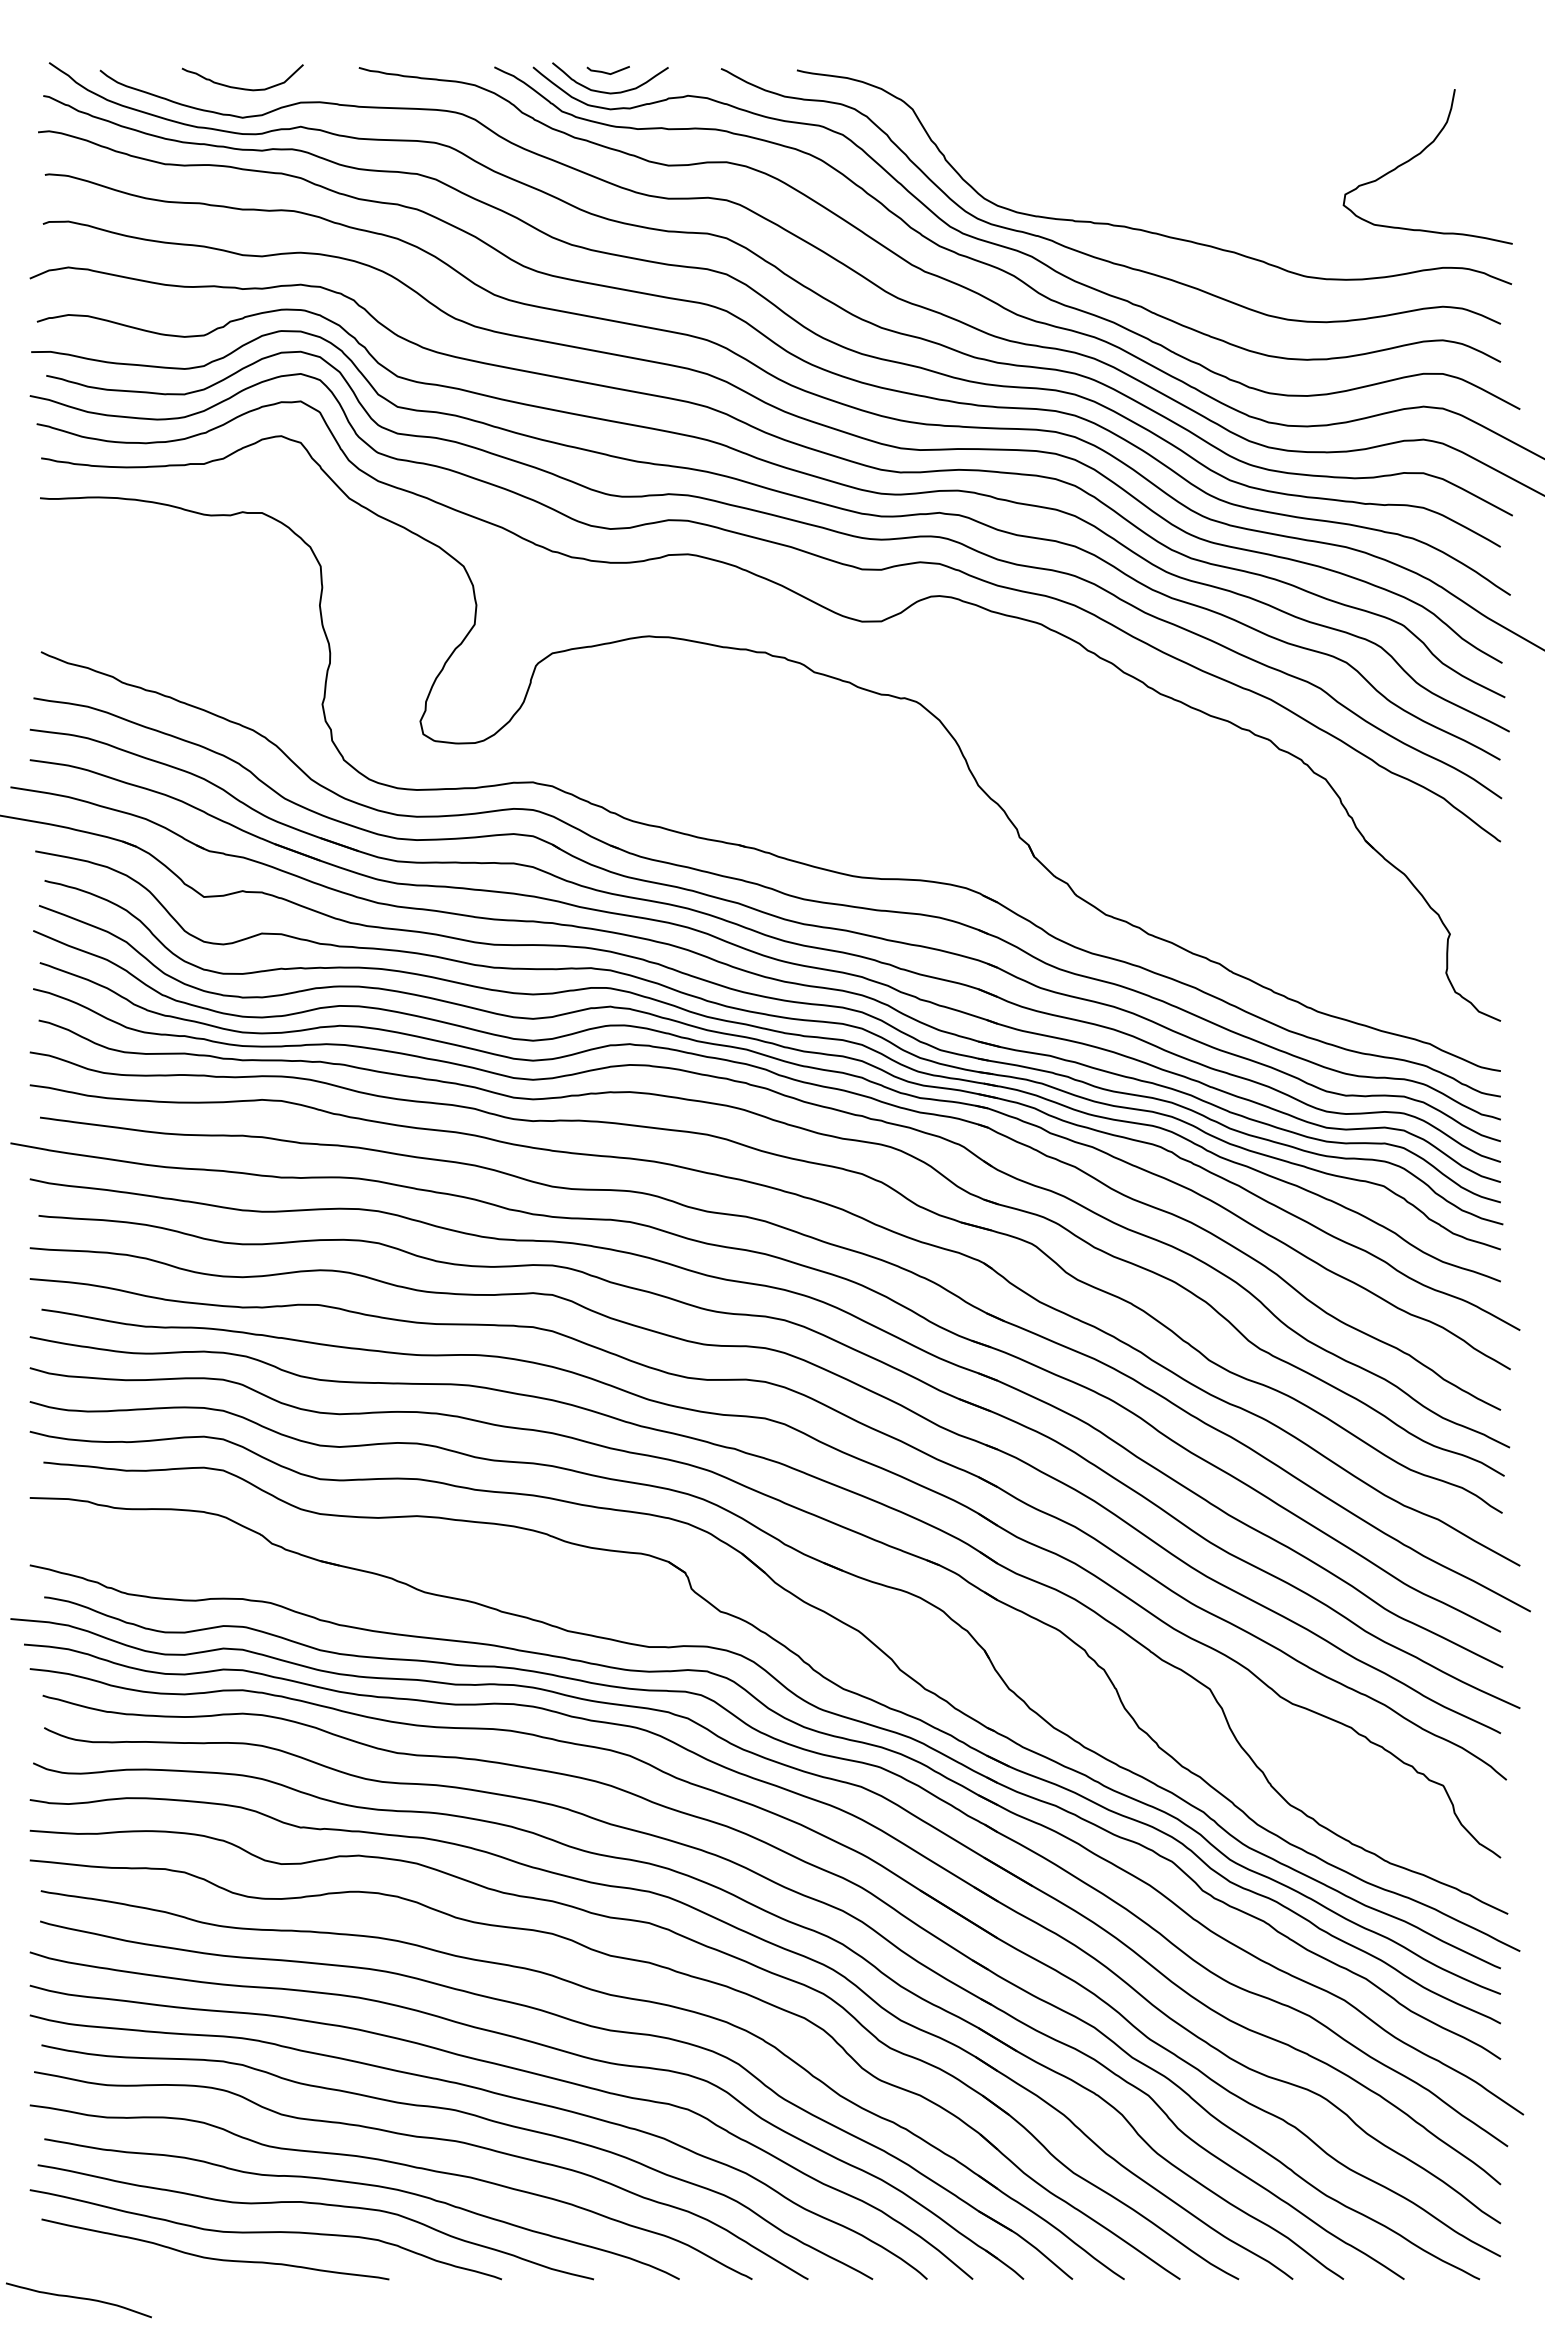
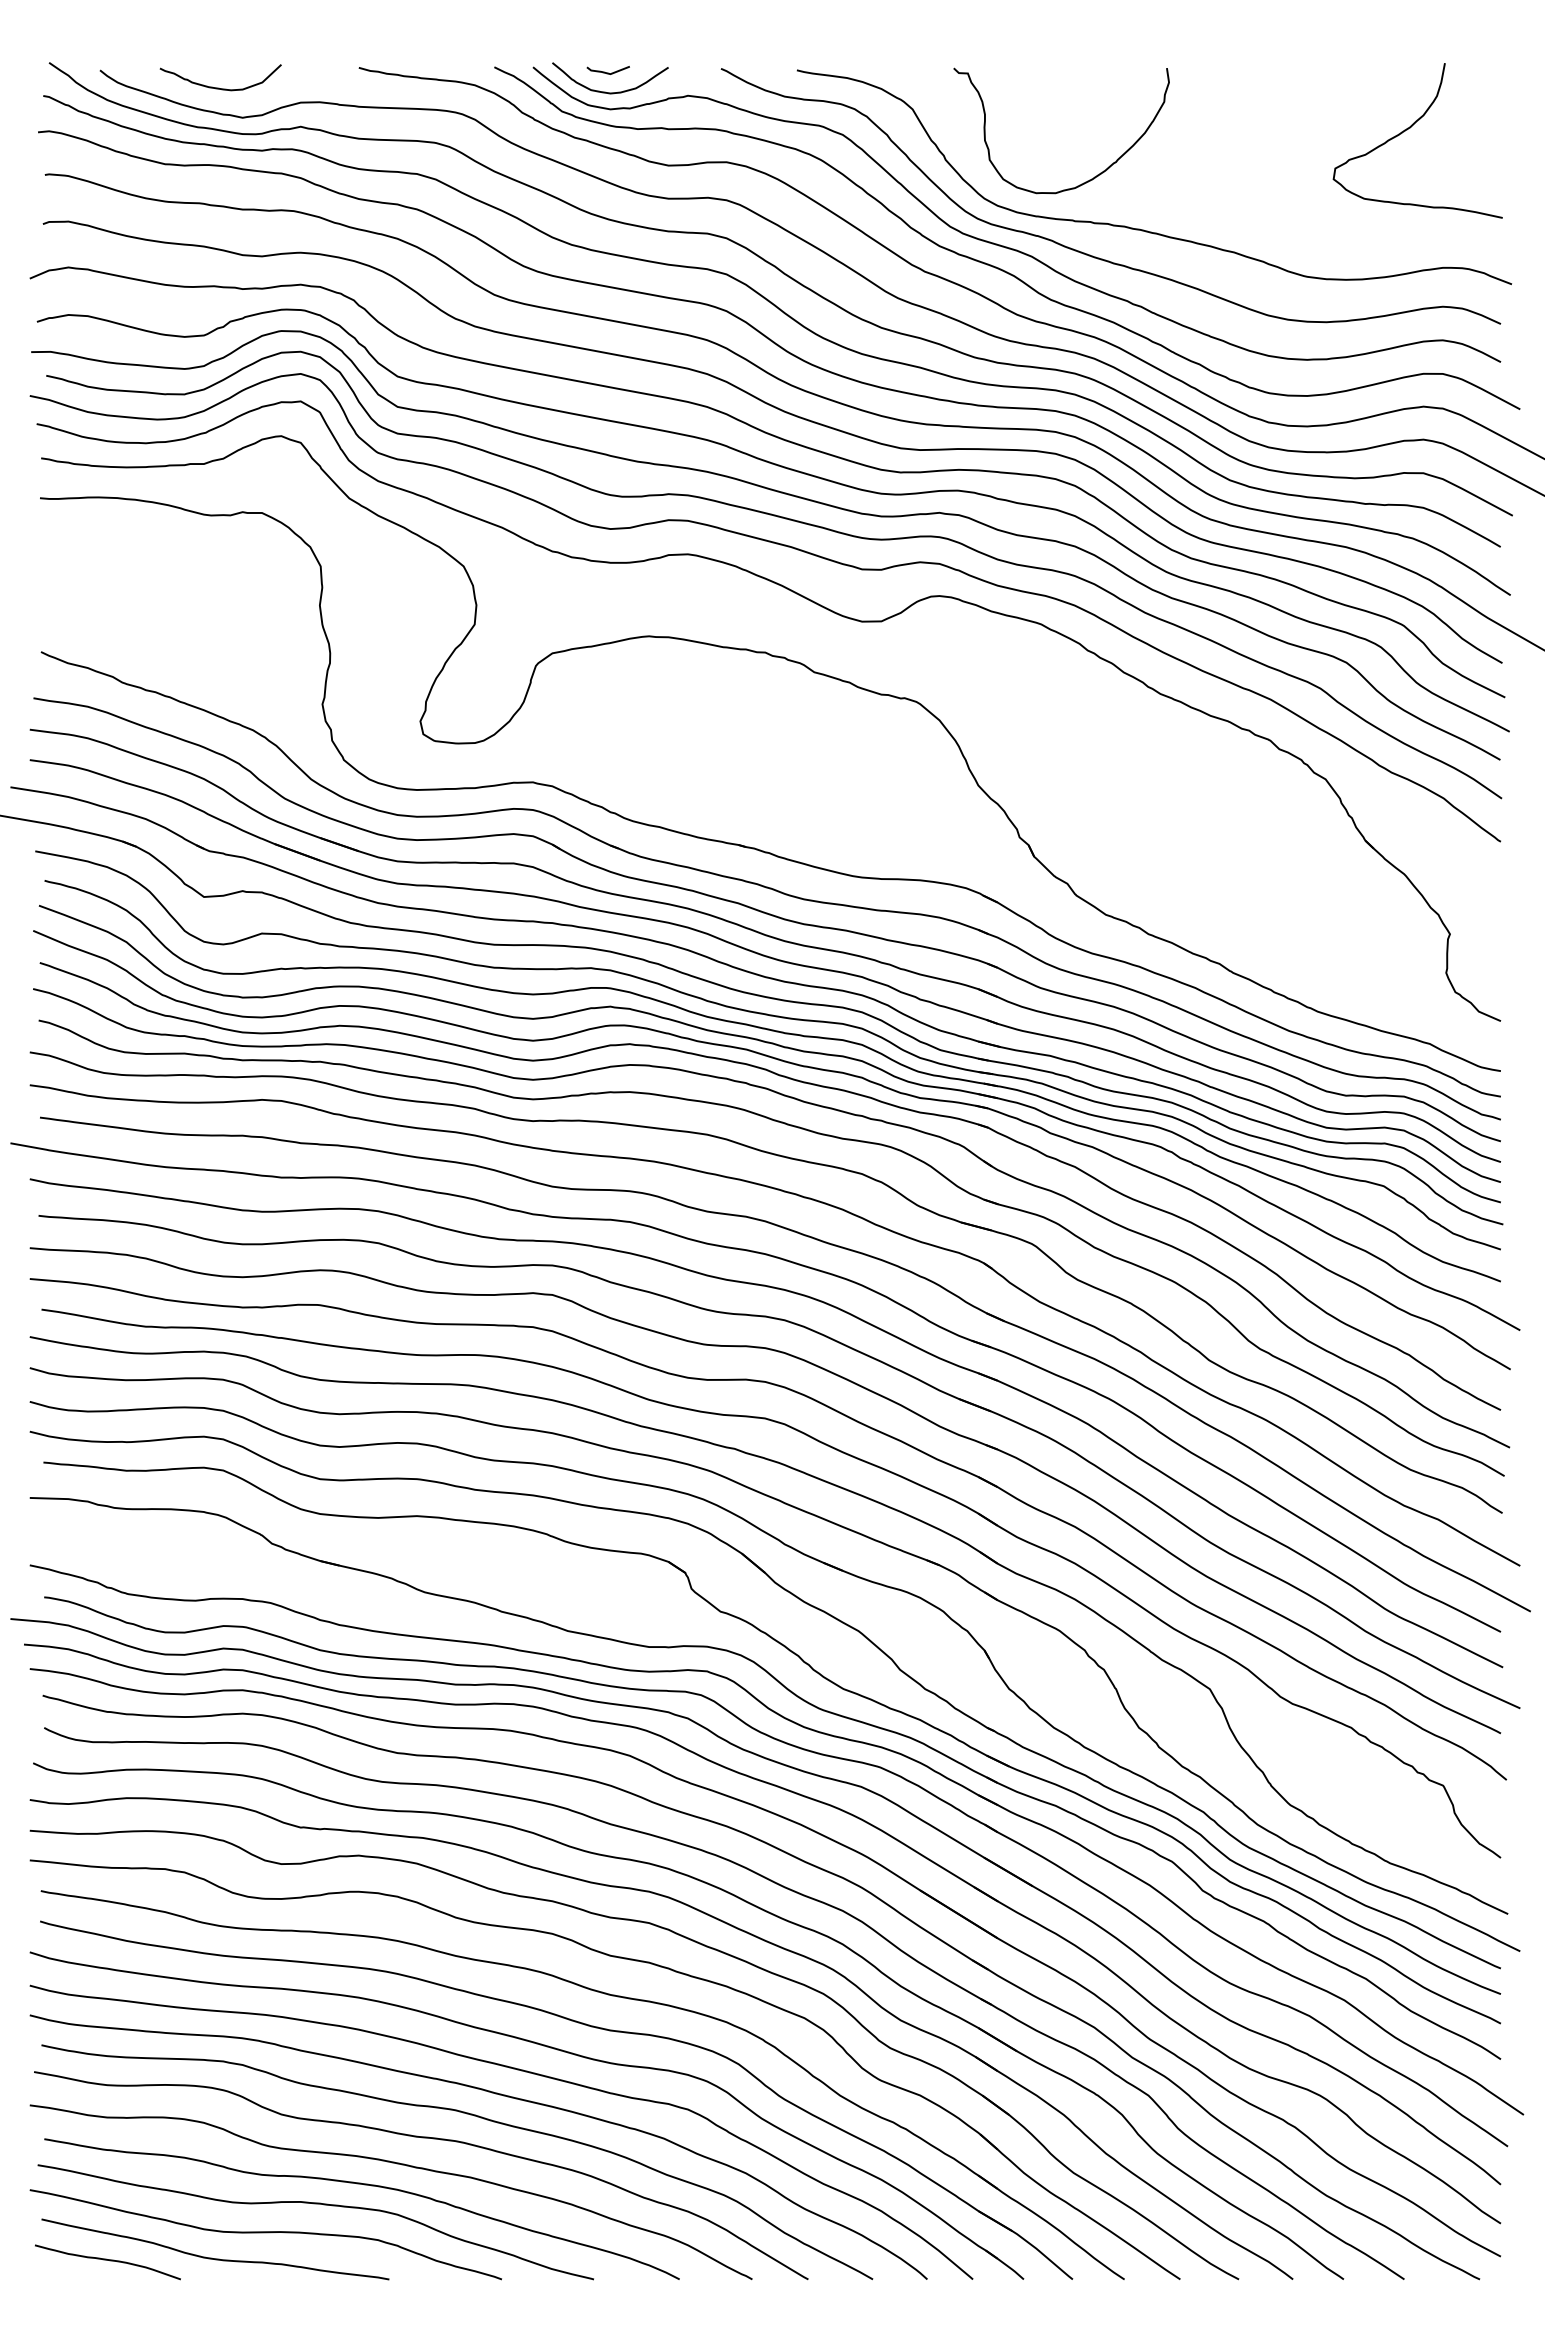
curve at (241, 87) position: (241, 87) -> (219, 87)
curve at (1420, 154) position: (1420, 154) -> (1410, 128)
curve at (1087, 180): none -> present
curve at (78, 2298) position: (78, 2298) -> (107, 2260)
